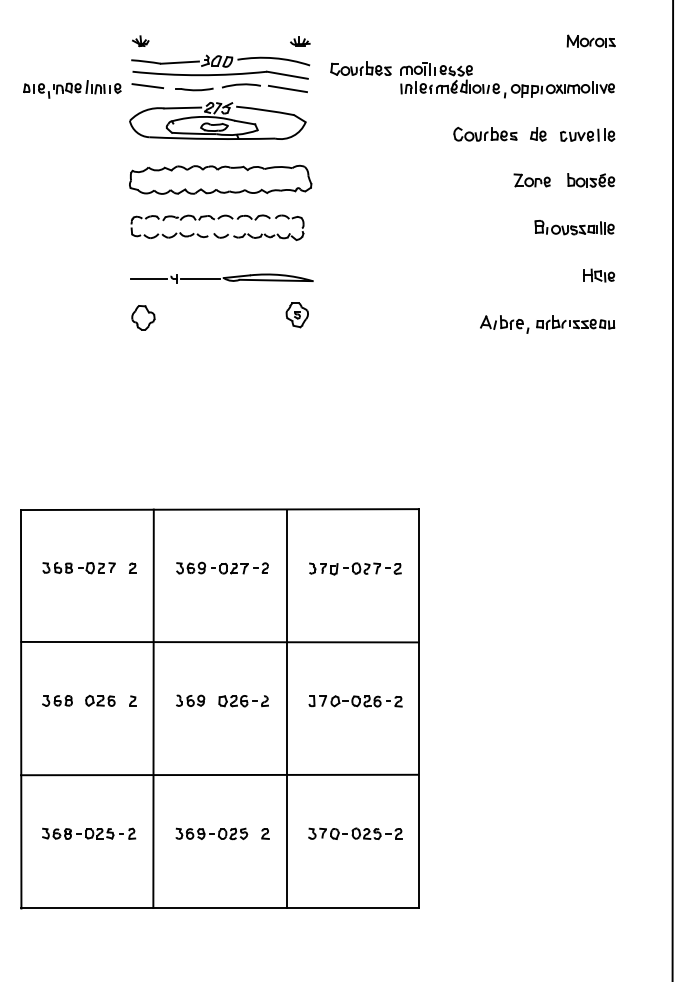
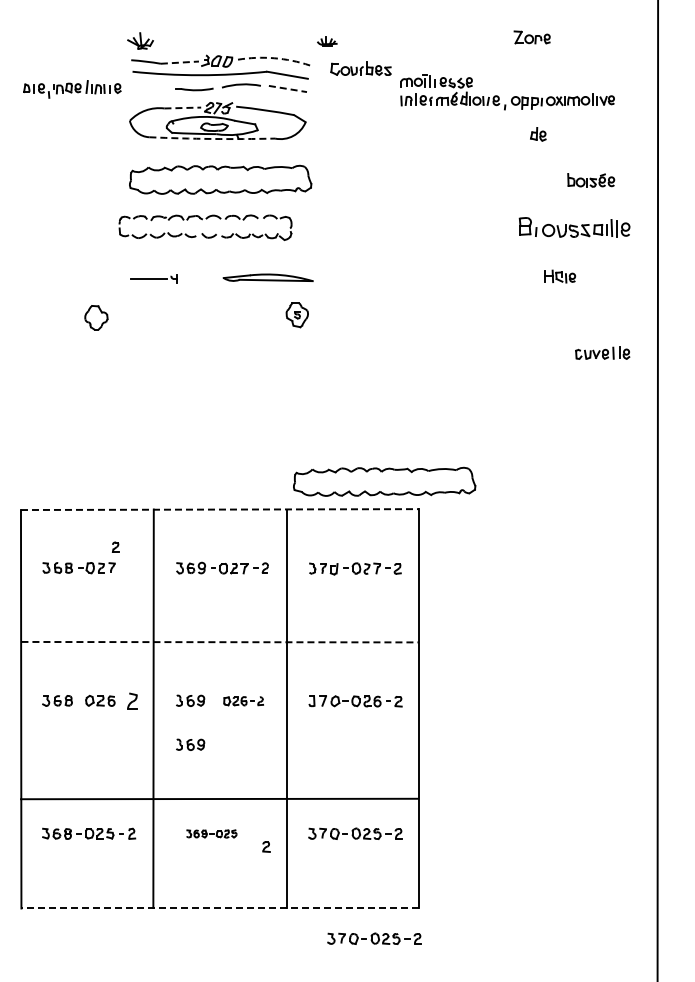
part at (590, 40): present -> none
part at (140, 41) size: 18x13 px -> 27x18 px
part at (300, 41) position: (300, 41) -> (327, 41)
arc at (274, 58): solid -> dashed
line at (180, 62): solid -> dashed
part at (512, 85) position: (512, 85) -> (512, 97)
line at (147, 86): present -> none
line at (288, 89): solid -> dashed
line at (183, 108): solid -> dashed
part at (485, 133): present -> none
part at (587, 134) position: (587, 134) -> (602, 352)
arc at (212, 138): solid -> dashed
part at (531, 180) position: (531, 180) -> (531, 37)
part at (574, 227) size: 81x16 px -> 113x21 px
part at (215, 233) position: (215, 233) -> (203, 233)
part at (599, 275) position: (599, 275) -> (560, 276)
line at (200, 278): present -> none
part at (143, 317) position: (143, 317) -> (96, 317)
part at (547, 324): present -> none
part at (384, 481): none -> present
line at (672, 490) position: (672, 490) -> (657, 490)
line at (220, 509): solid -> dashed
part at (132, 567) position: (132, 567) -> (115, 546)
line at (220, 642): solid -> dashed
part at (132, 700) size: 8x12 px -> 11x18 px
part at (243, 701) size: 51x13 px -> 41x11 px
part at (190, 744): none -> present
line at (219, 774) position: (219, 774) -> (219, 798)
part at (211, 833) size: 74x14 px -> 52x10 px
part at (265, 833) position: (265, 833) -> (266, 846)
line at (220, 908): solid -> dashed
part at (374, 938): none -> present
